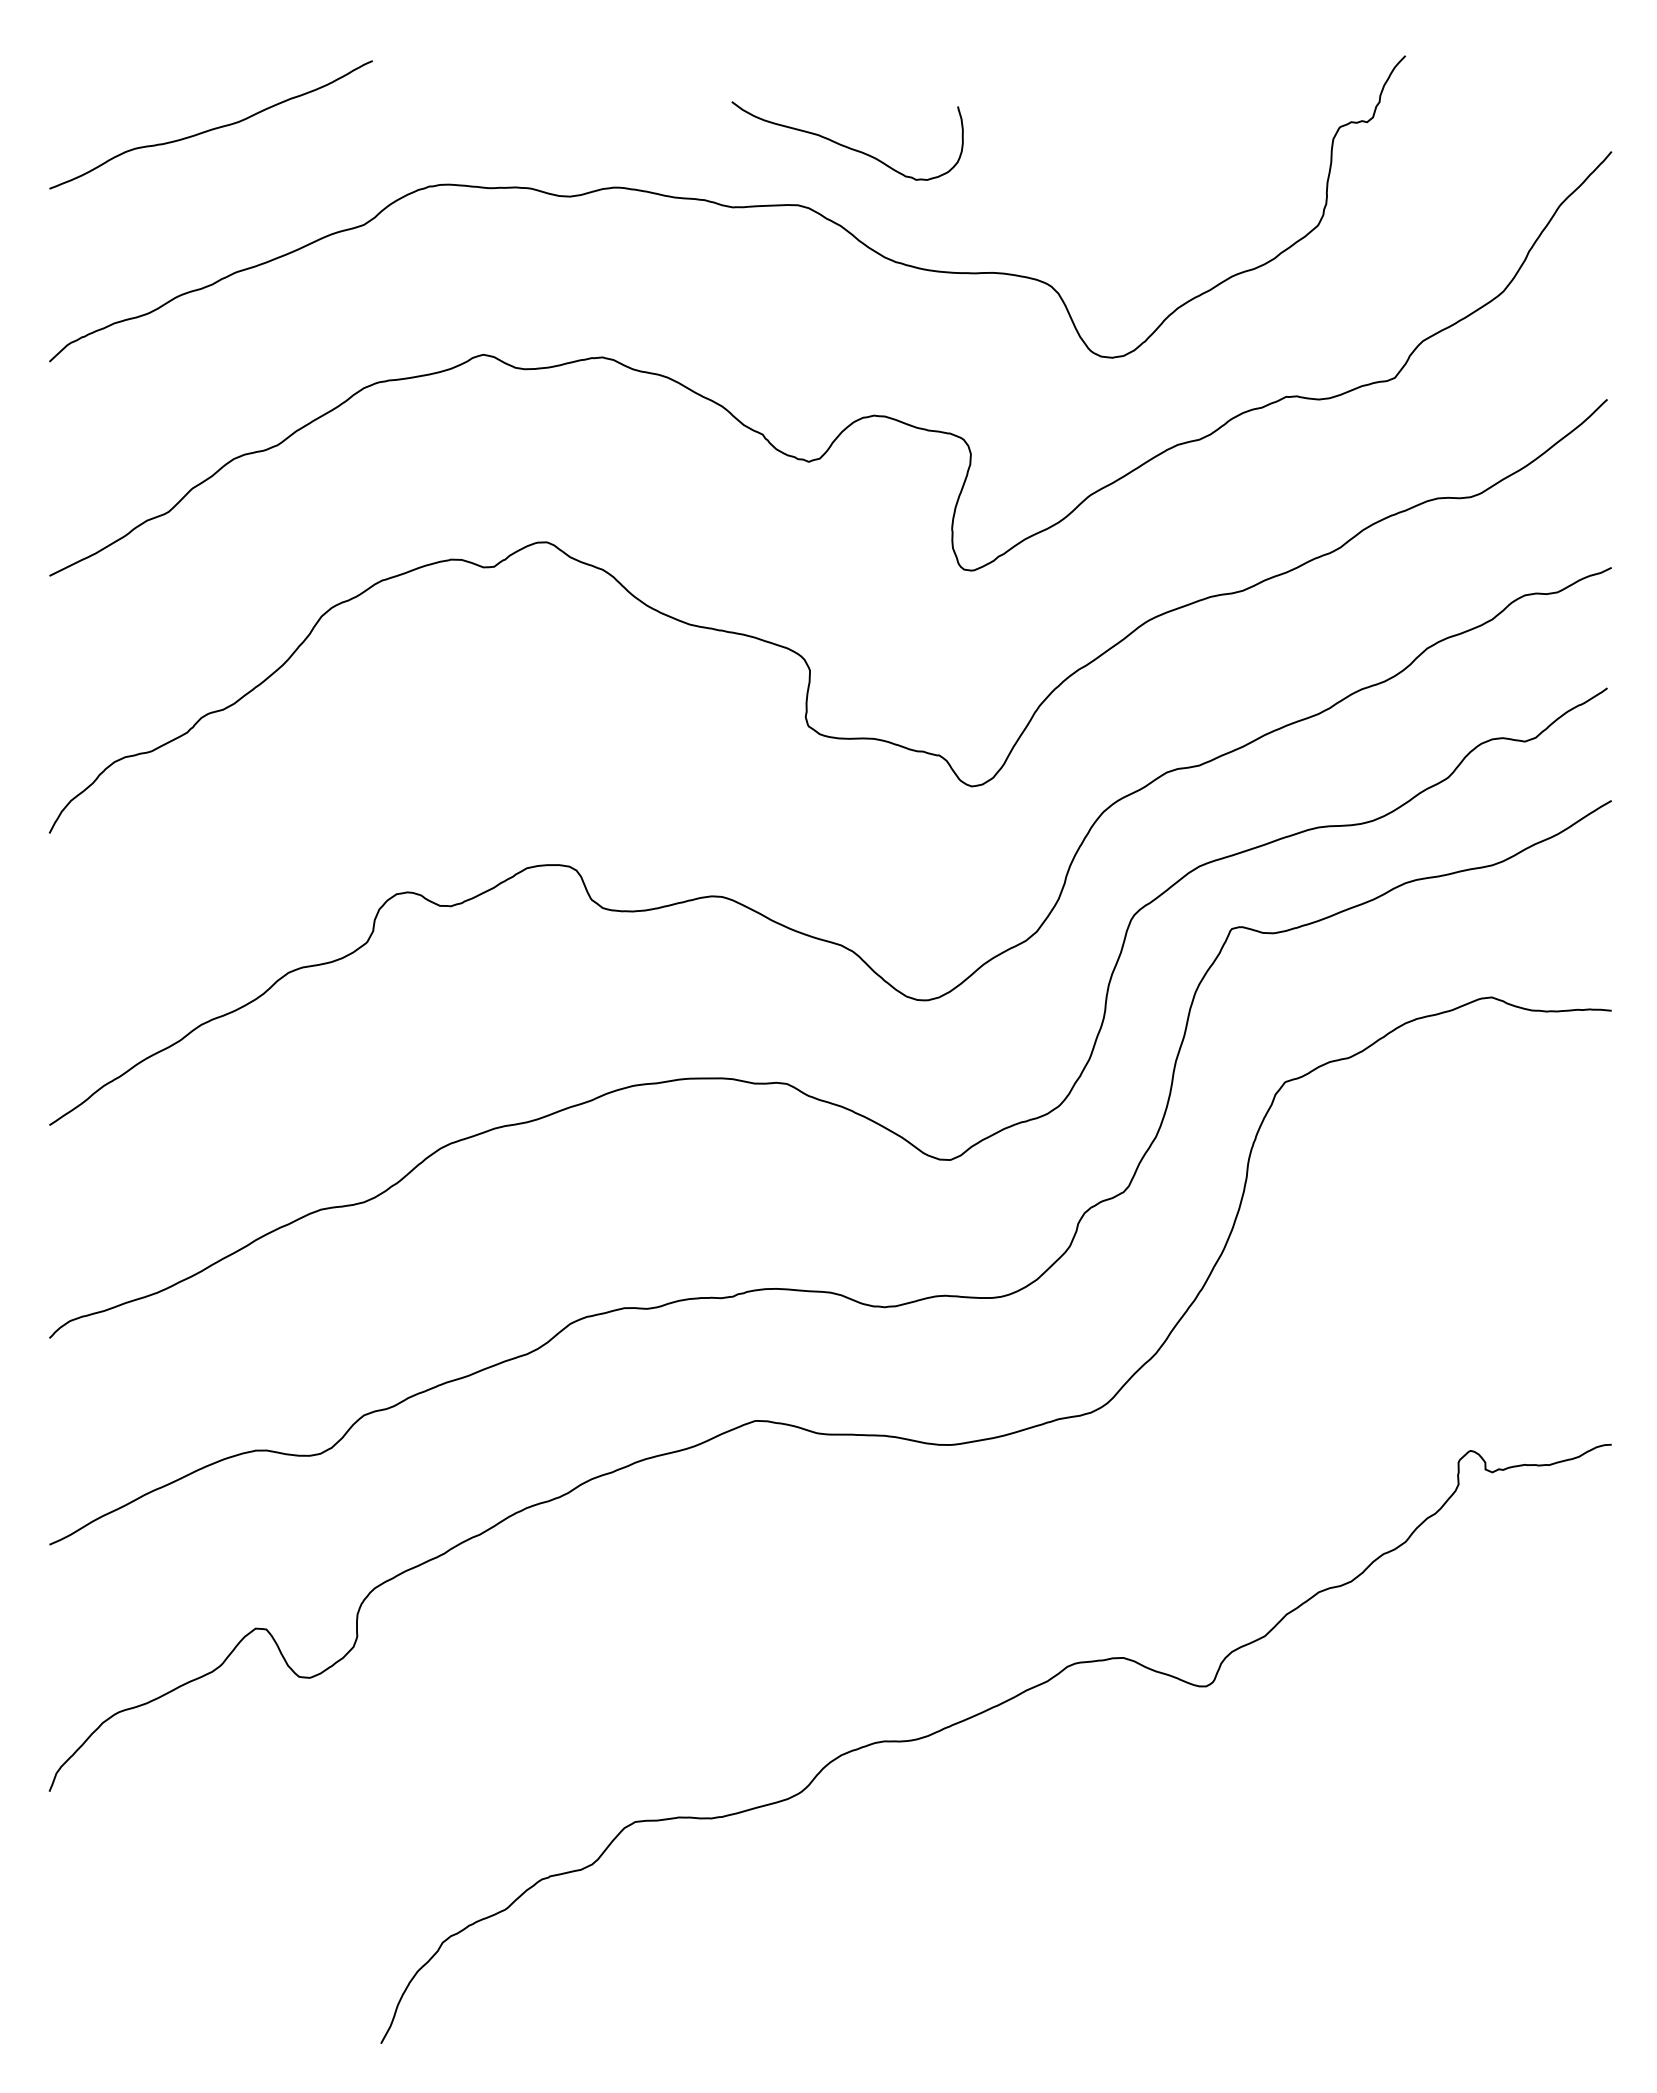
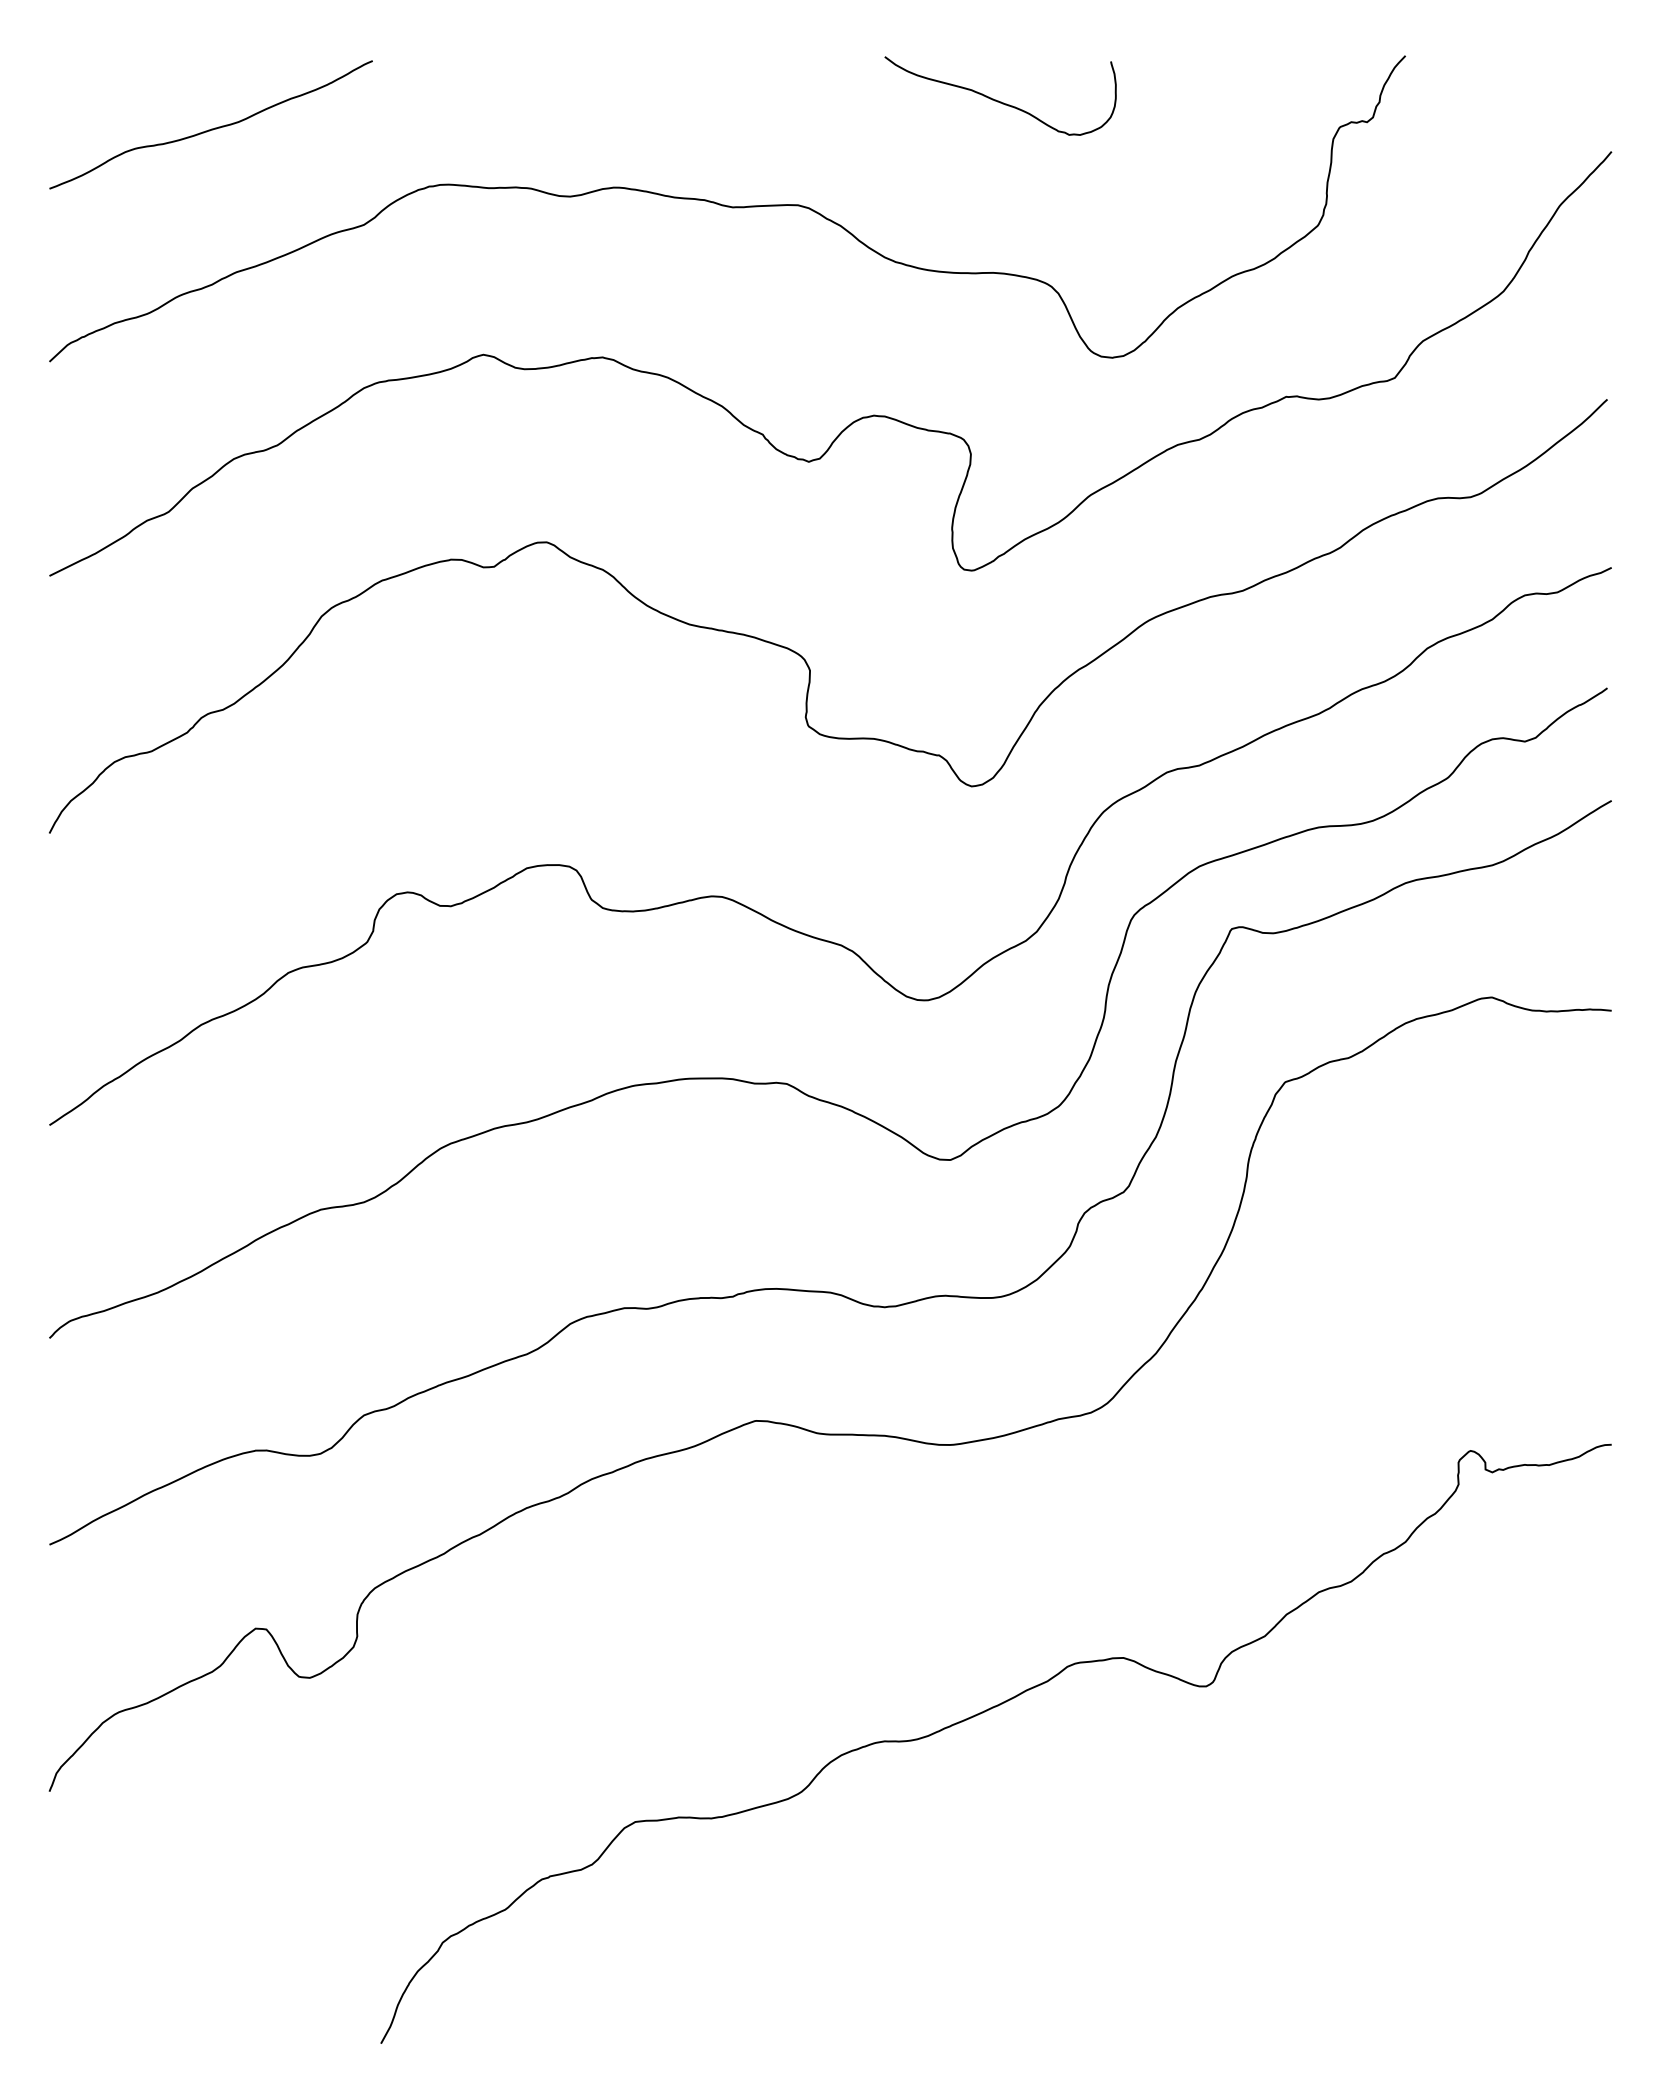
curve at (845, 145) position: (845, 145) -> (998, 100)
